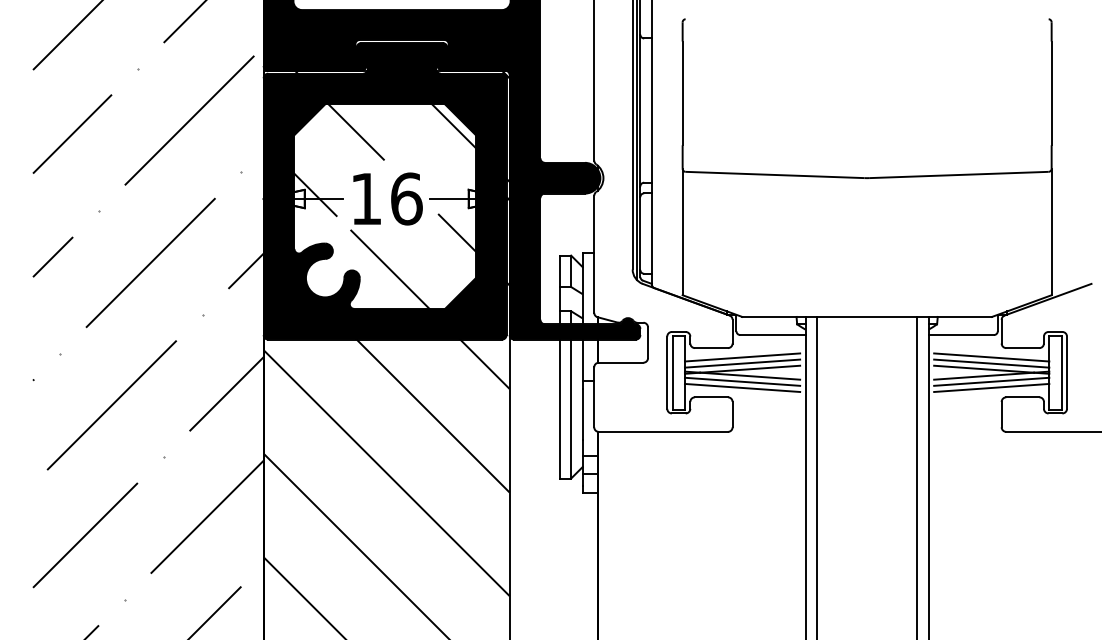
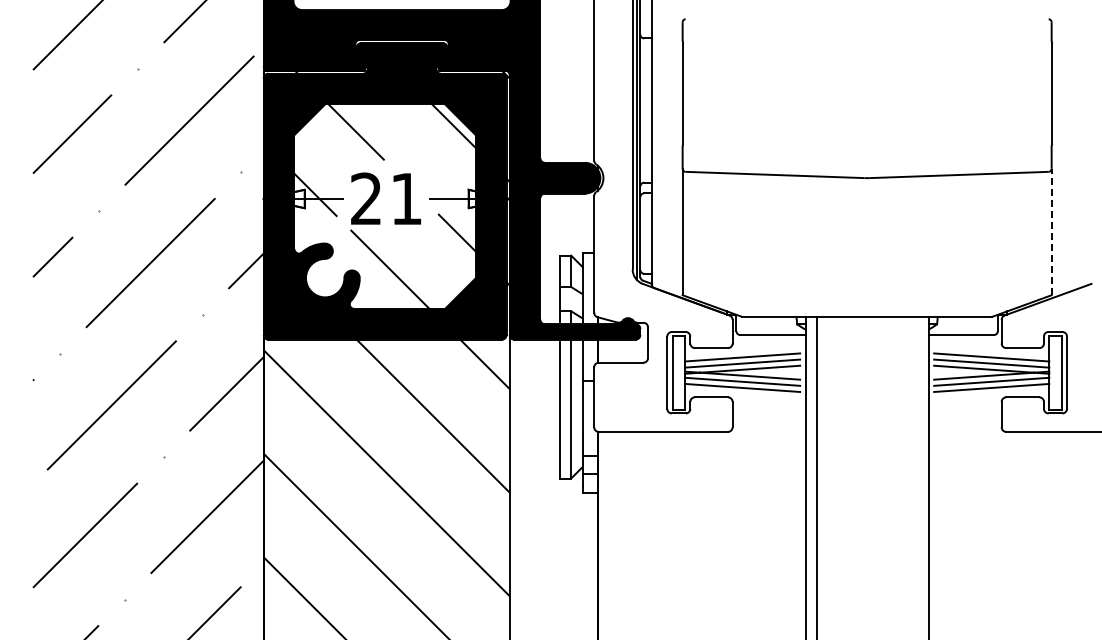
text at (386, 198): 16 -> 21
line at (1051, 231): solid -> dashed
line at (917, 476): present -> none
